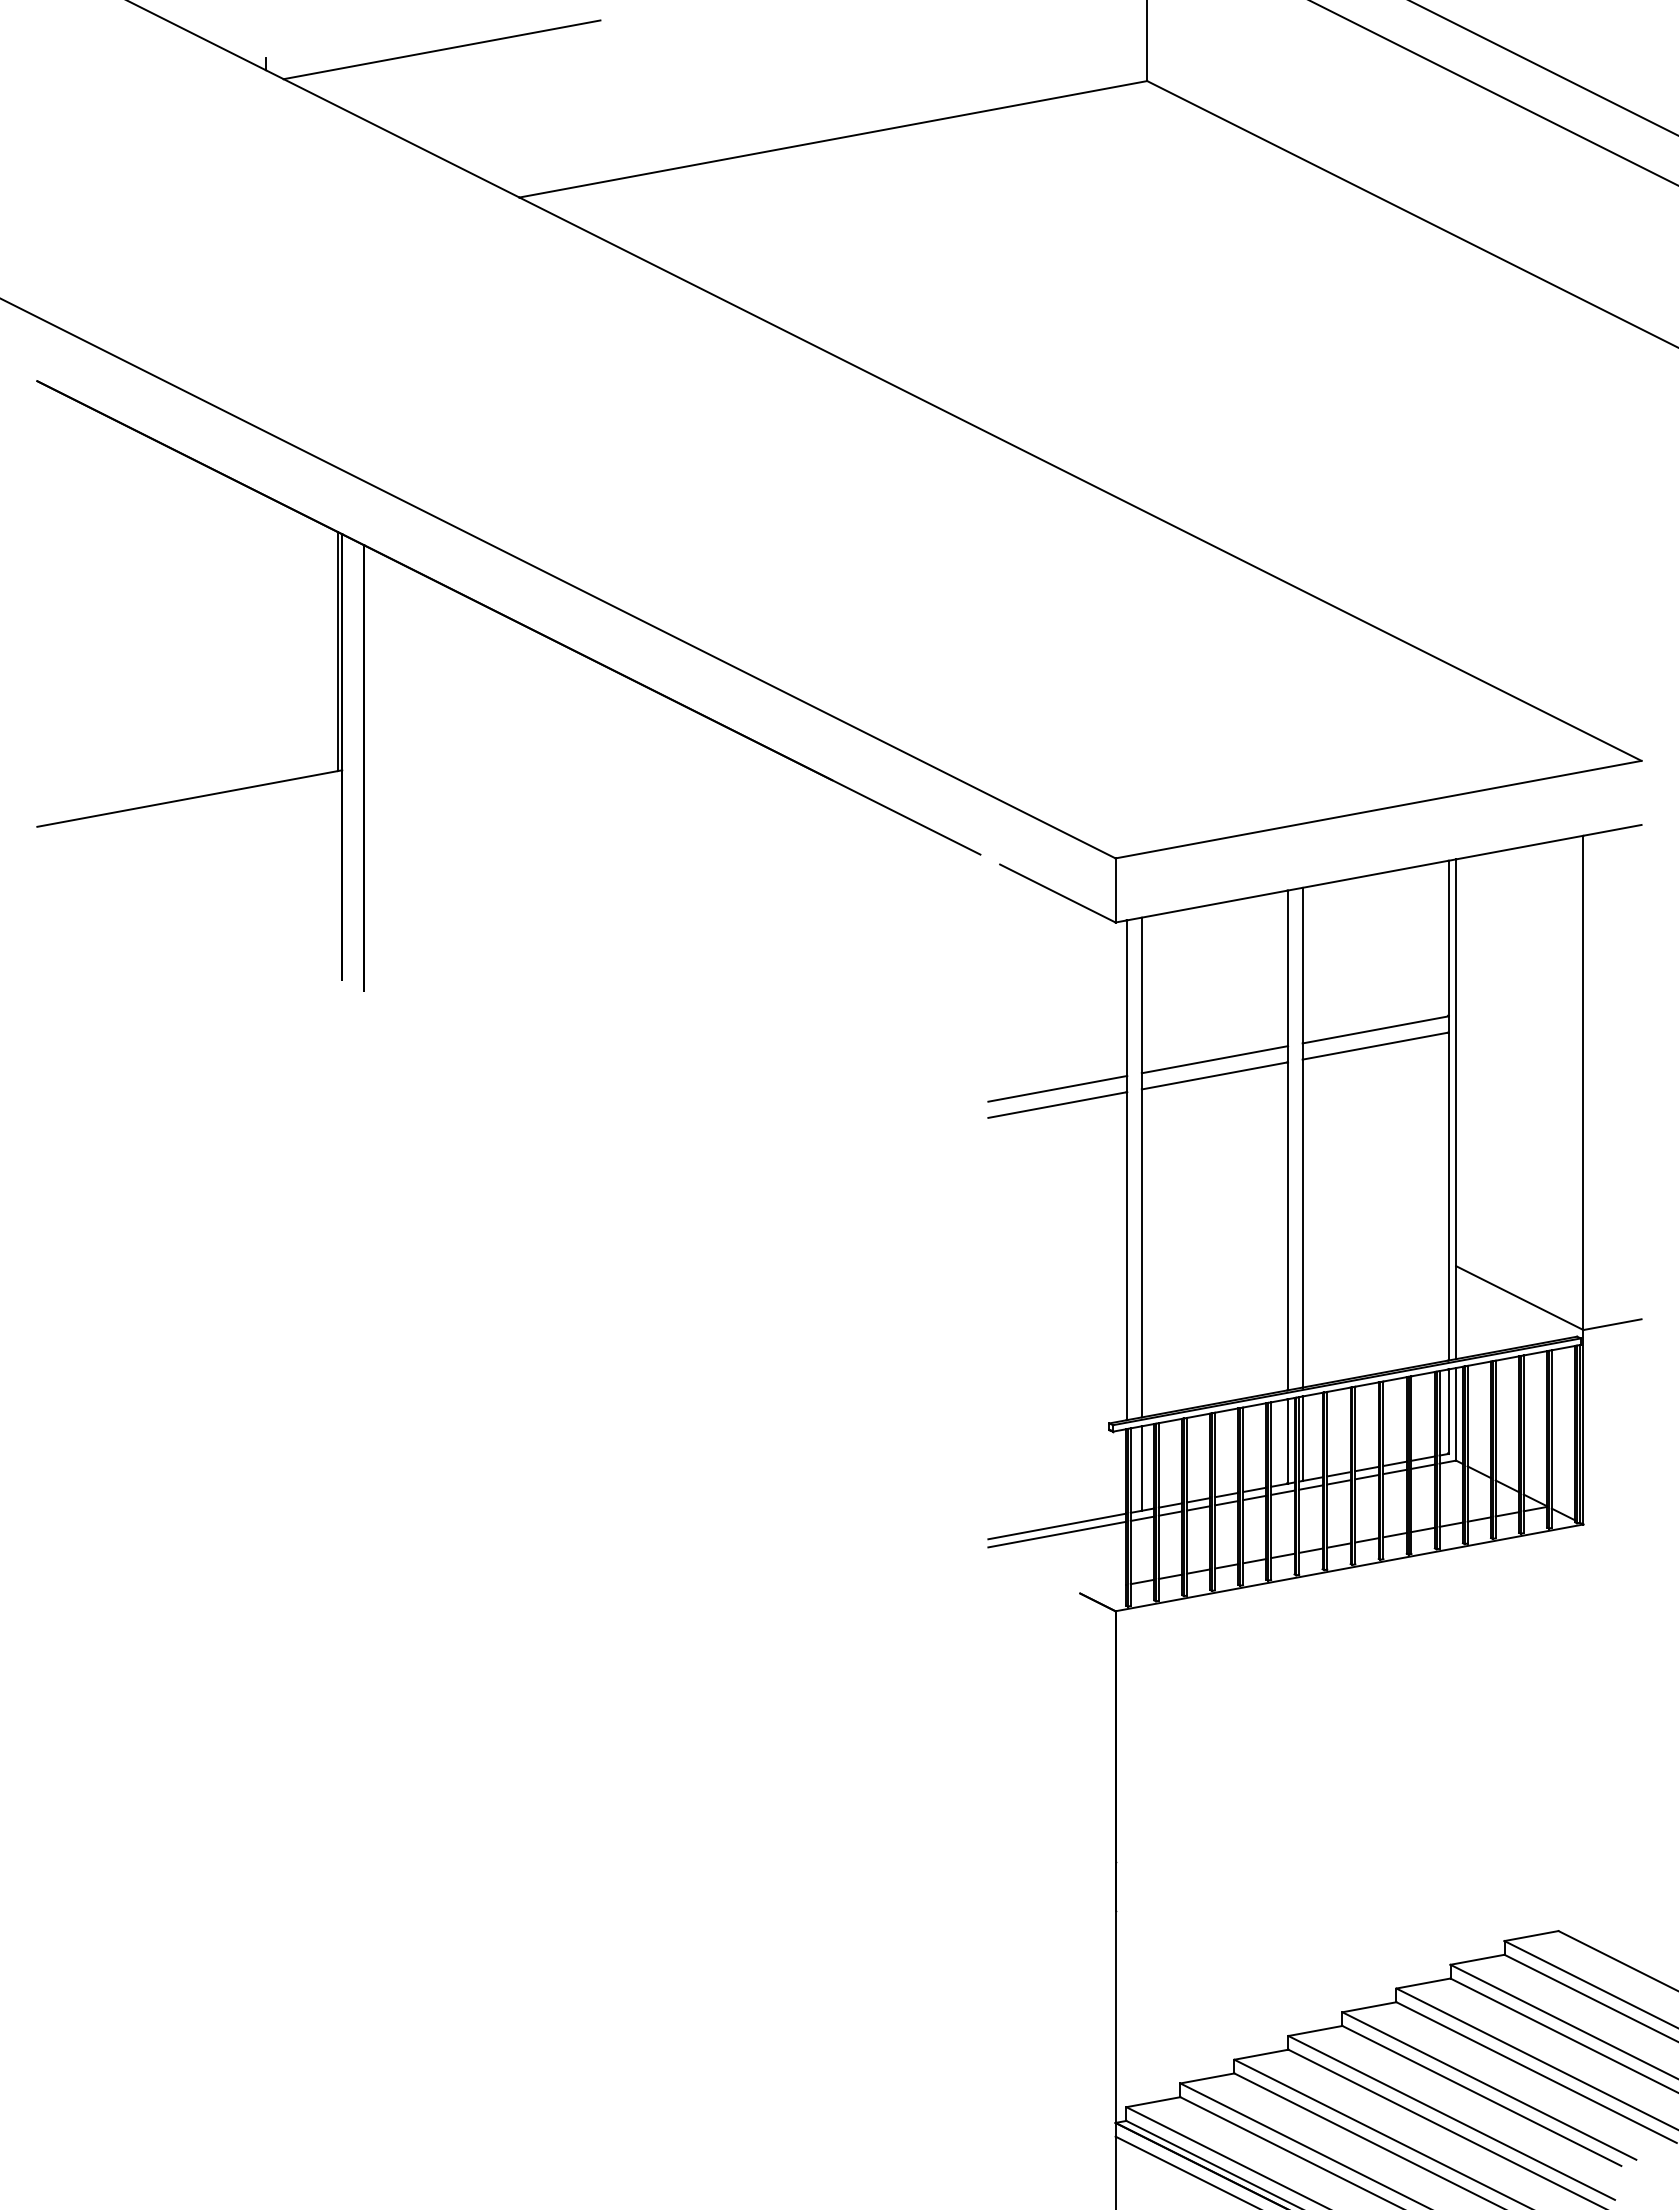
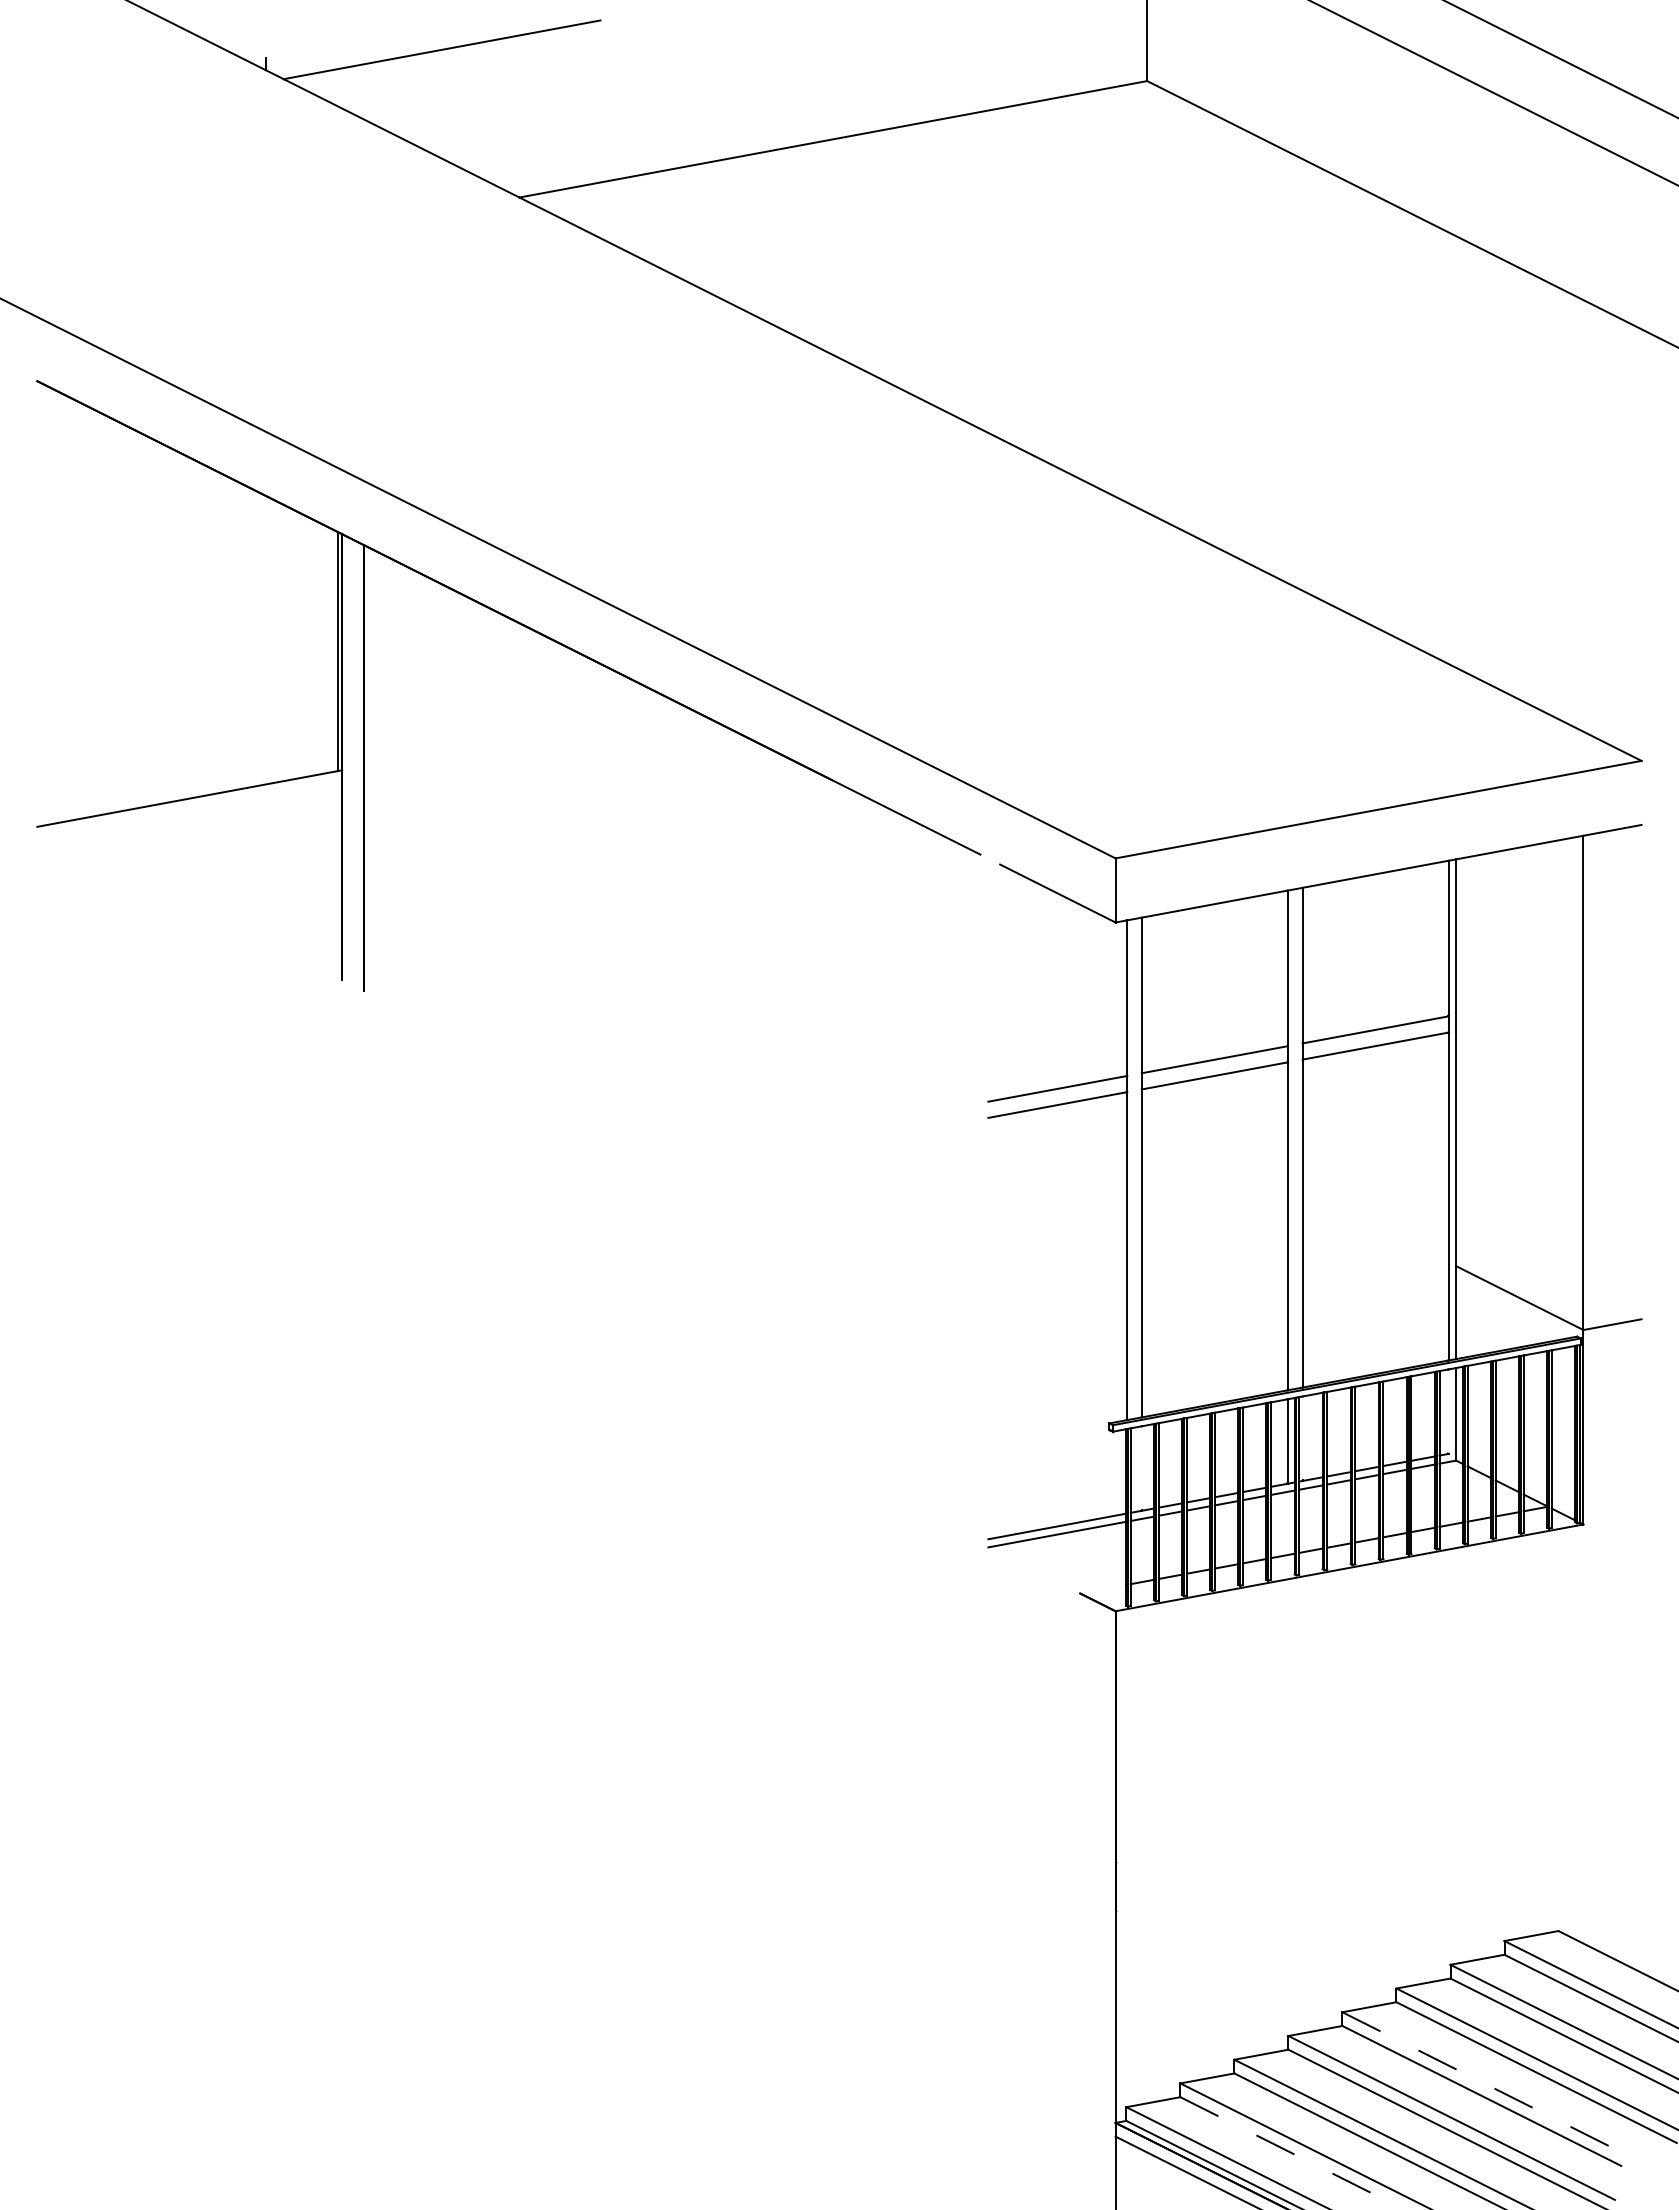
line at (1543, 68) position: (1543, 68) -> (1561, 59)
line at (1448, 1411): present -> none
line at (1302, 1438): present -> none
line at (1141, 1468): present -> none
line at (1489, 2086): solid -> dashed
line at (1292, 2153): solid -> dashed
